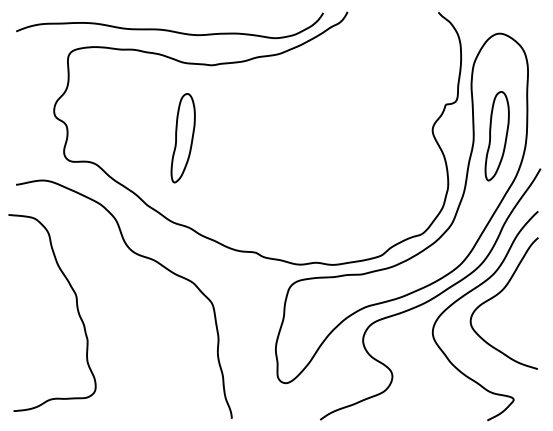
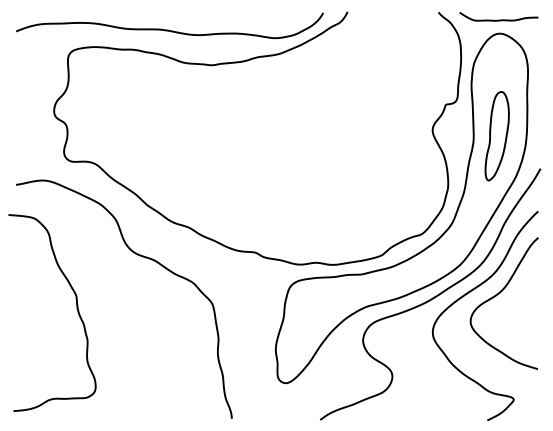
curve at (498, 19): none -> present
part at (182, 138): present -> none
